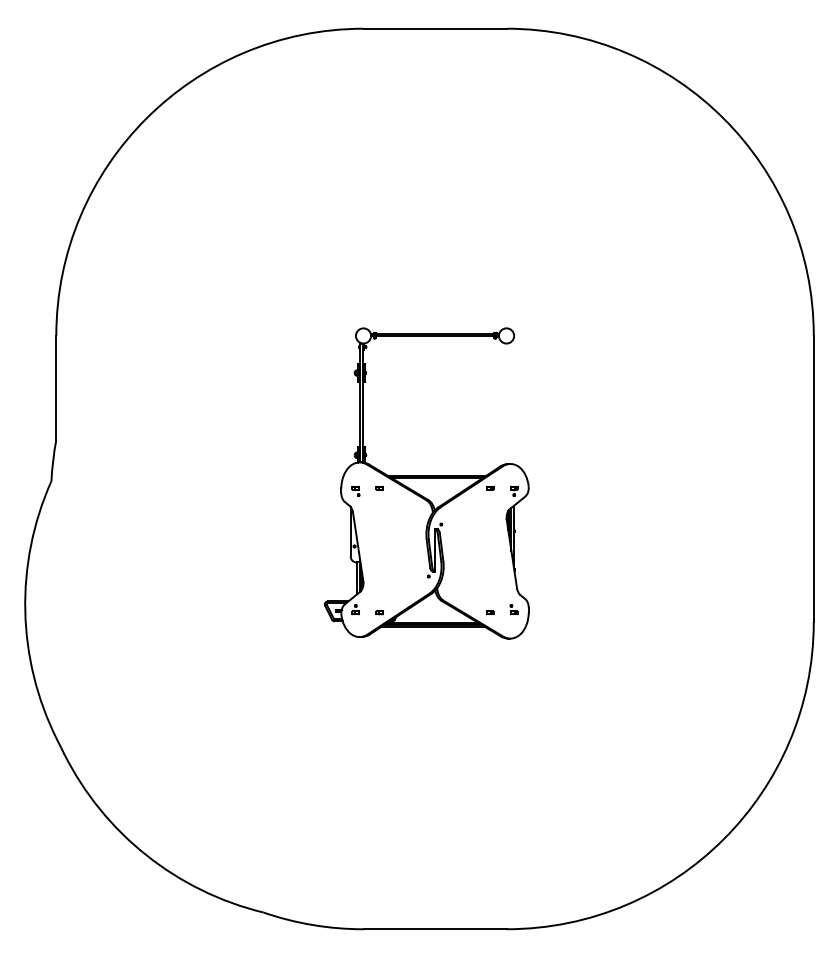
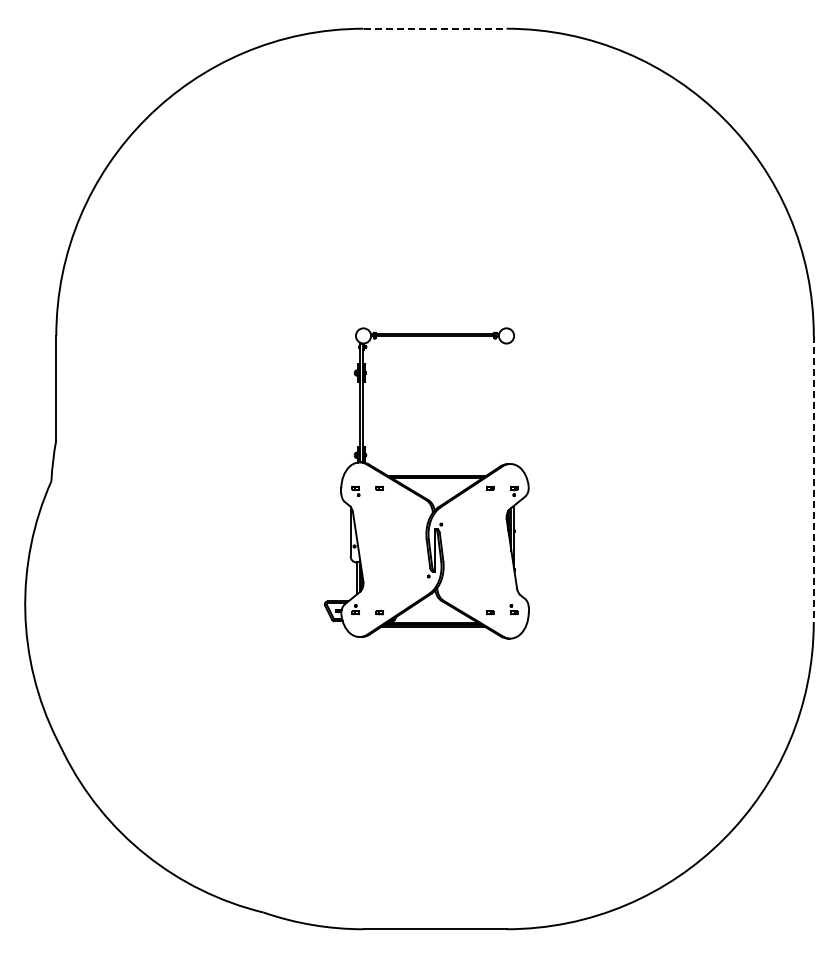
line at (435, 28): solid -> dashed
line at (813, 479): solid -> dashed
